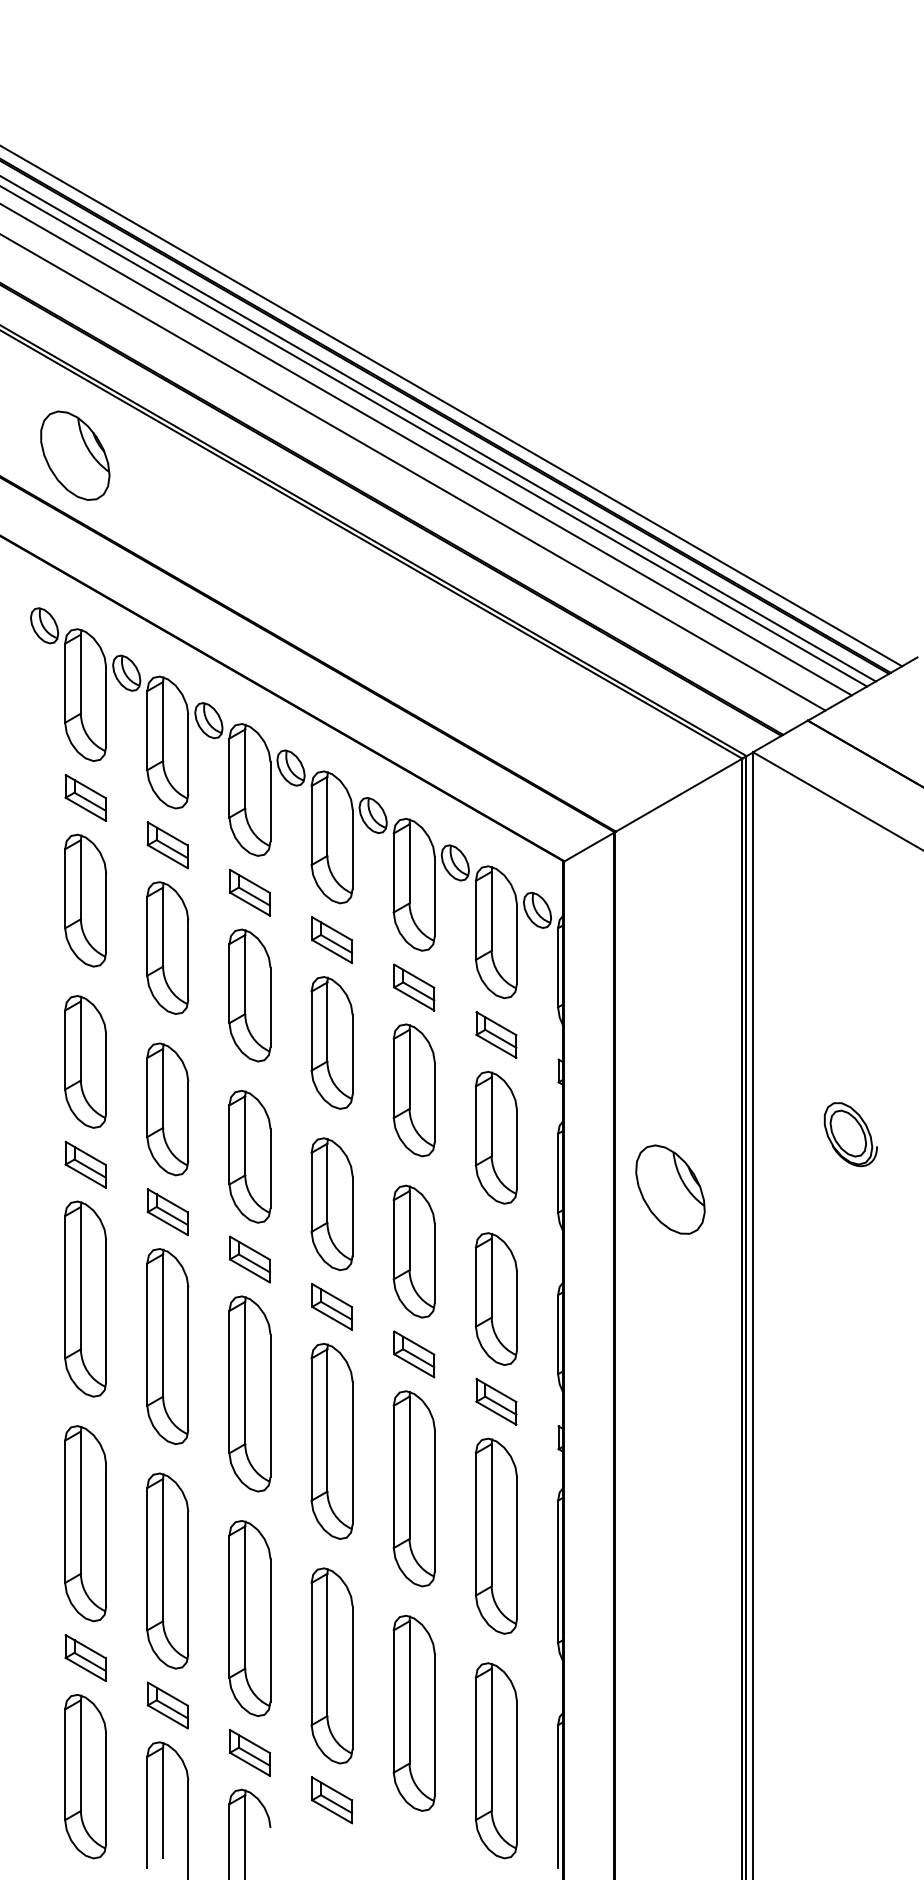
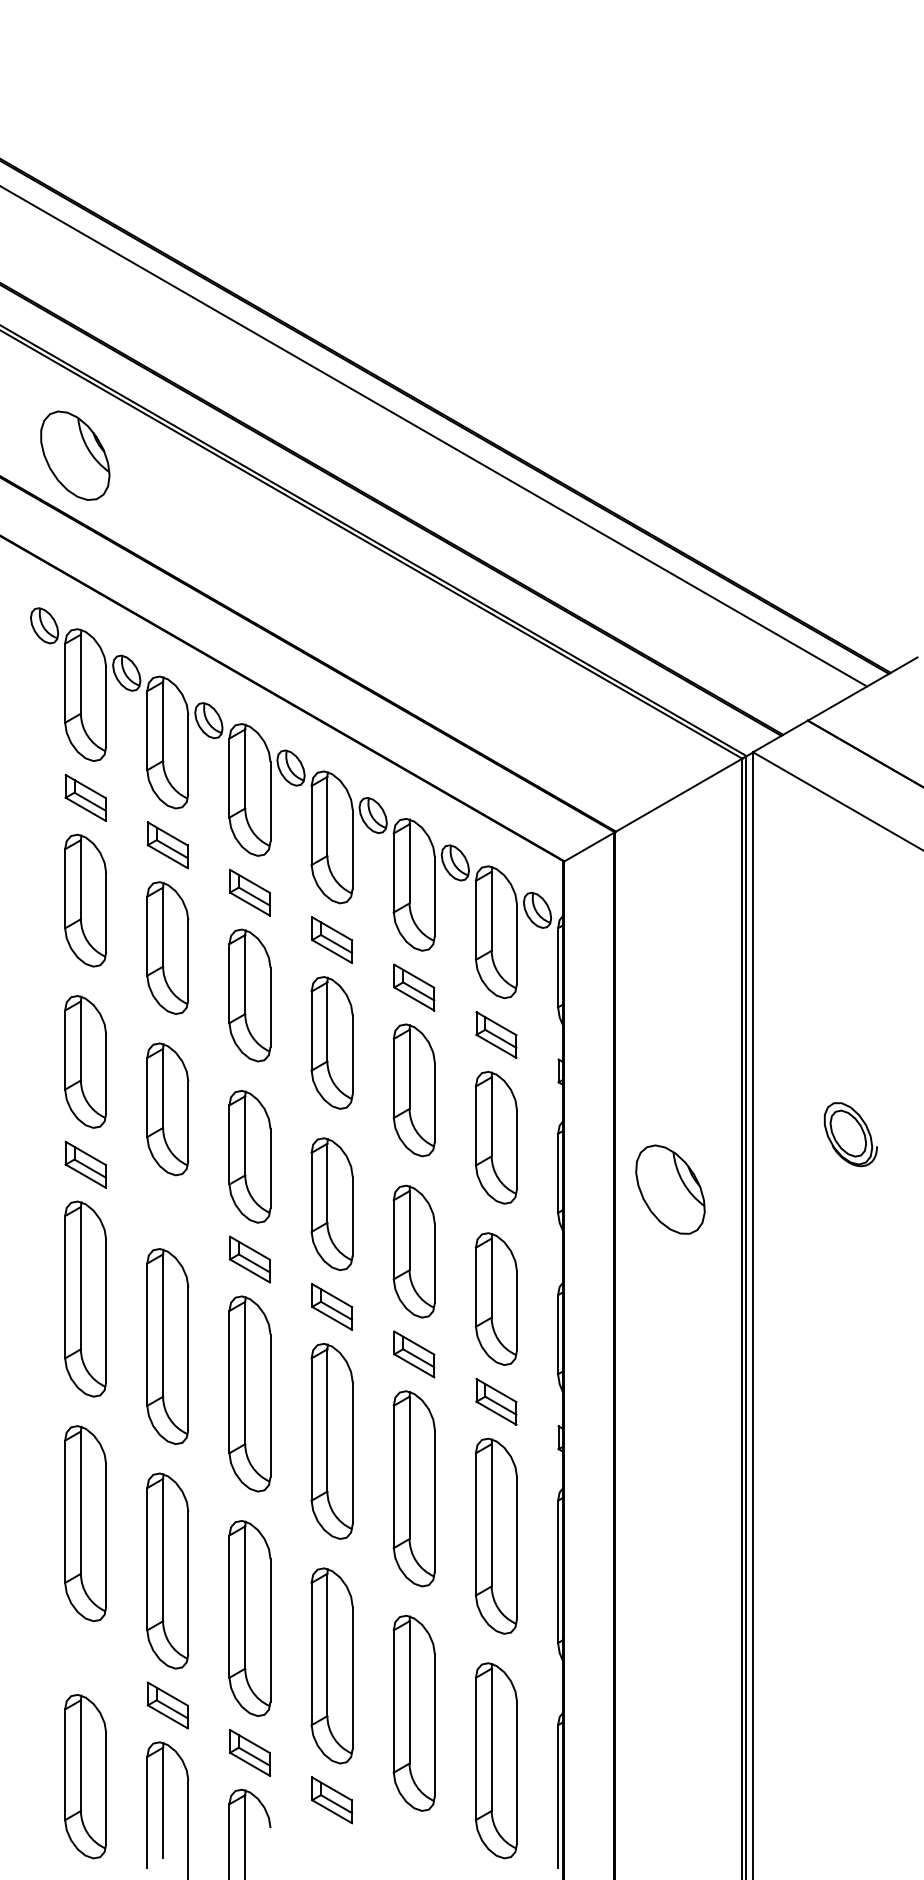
line at (452, 406): present -> none
line at (438, 429): present -> none
line at (426, 449): present -> none
line at (413, 472): present -> none
part at (167, 1211): present -> none
part at (85, 1657): present -> none
